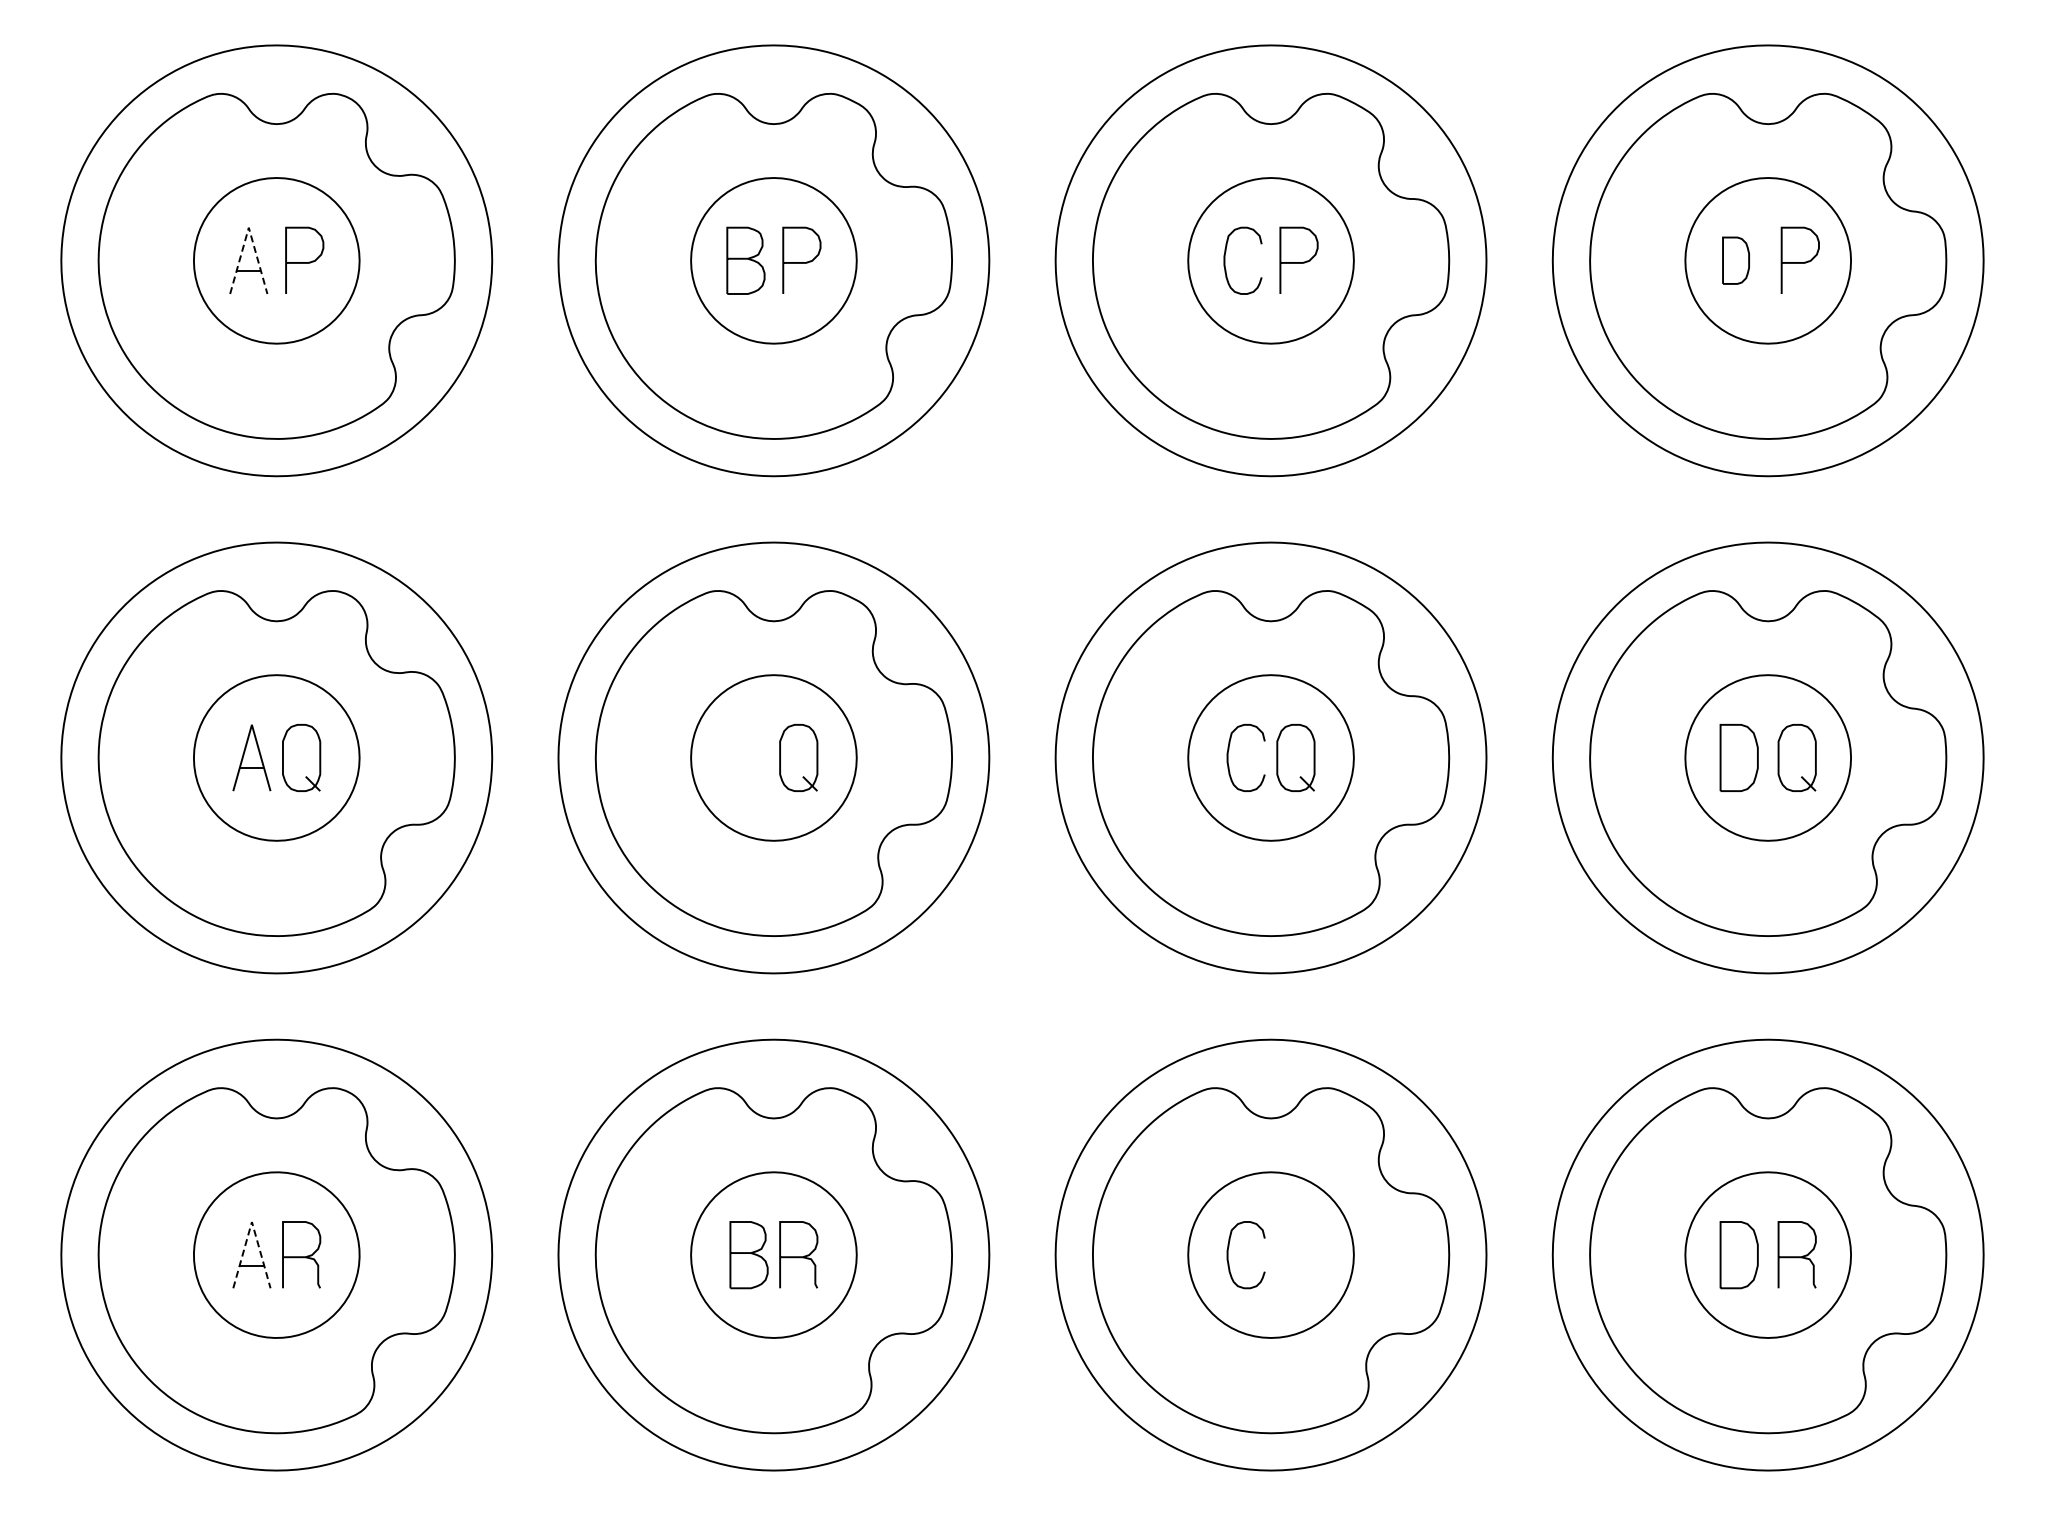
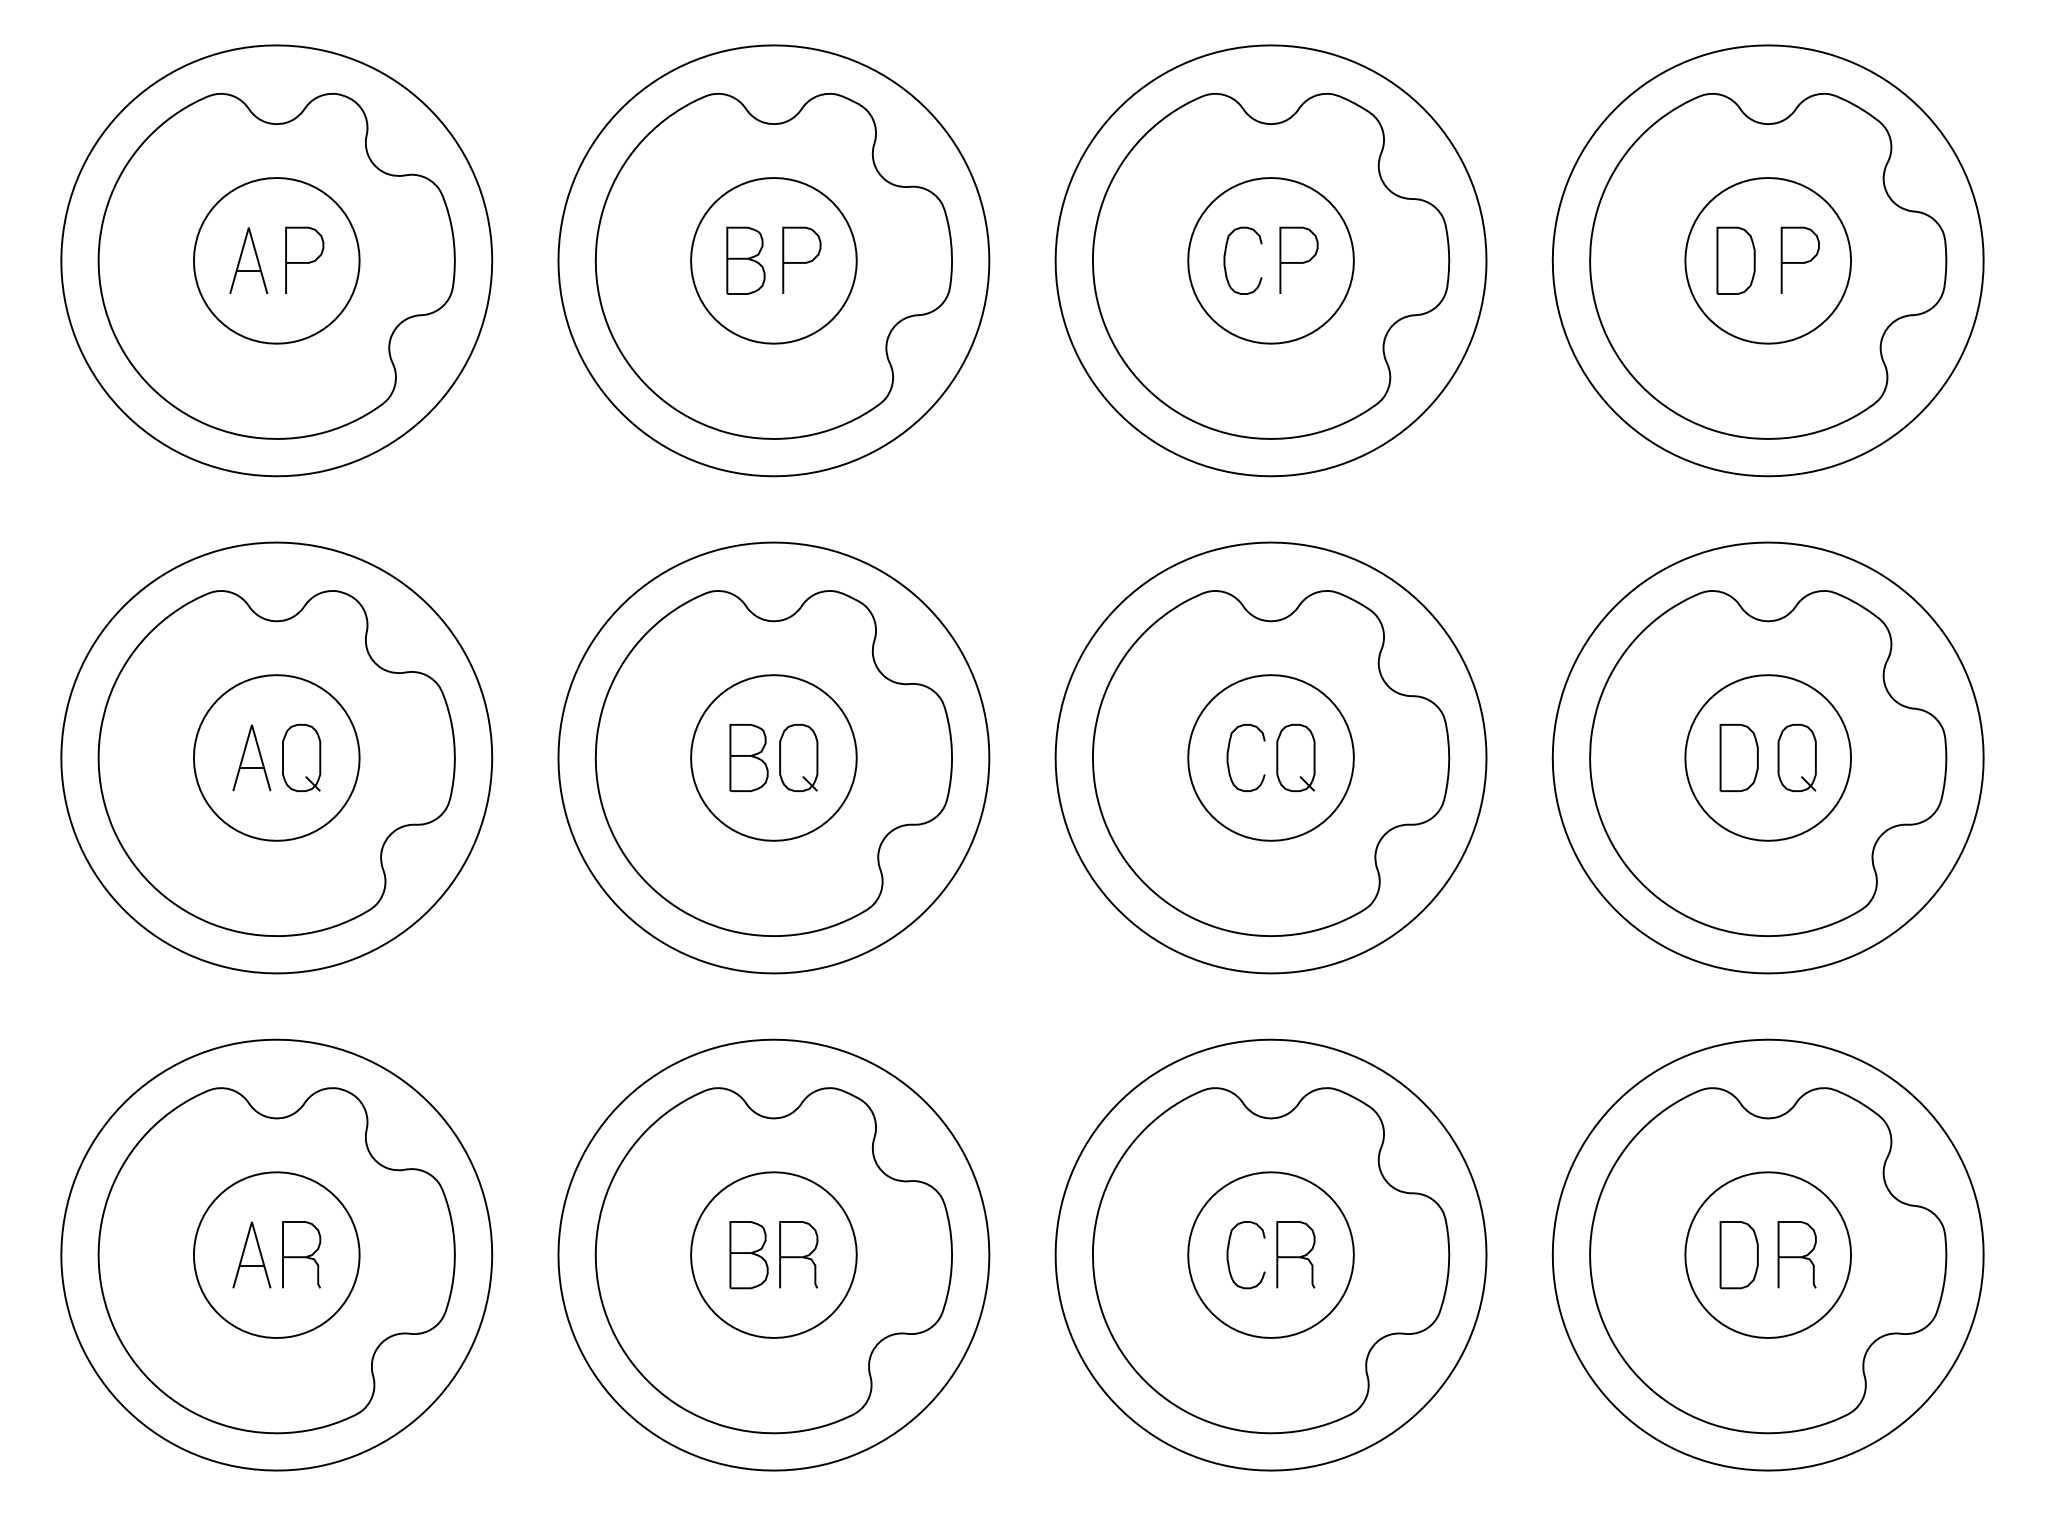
line at (248, 227): dashed -> solid
part at (1735, 260) size: 28x49 px -> 40x69 px
part at (748, 757): none -> present
line at (251, 1222): dashed -> solid
part at (1295, 1254): none -> present
